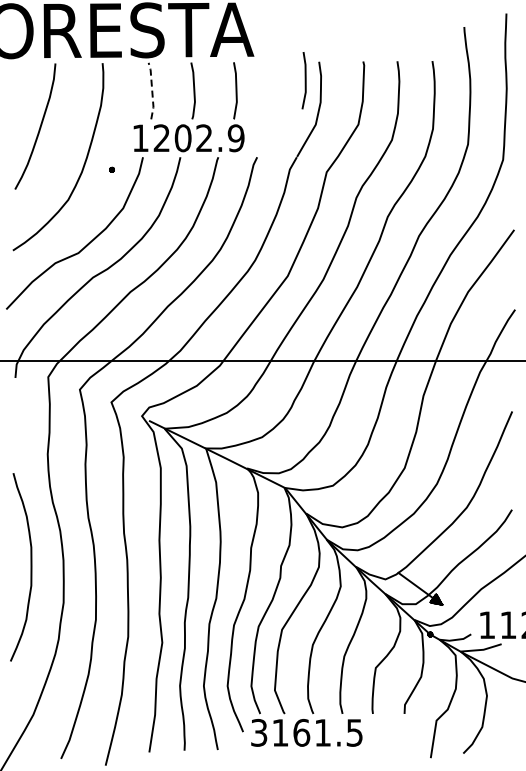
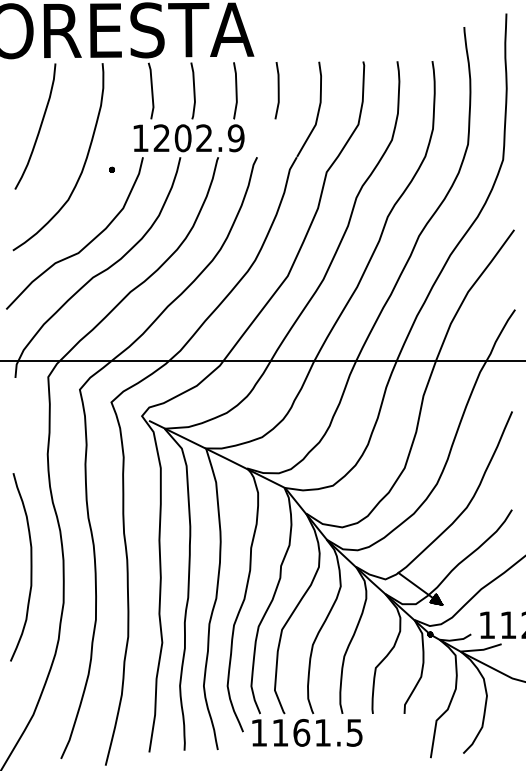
line at (304, 80) position: (304, 80) -> (277, 90)
line at (152, 90): dashed -> solid
text at (259, 732): 3161.5 -> 1161.5
